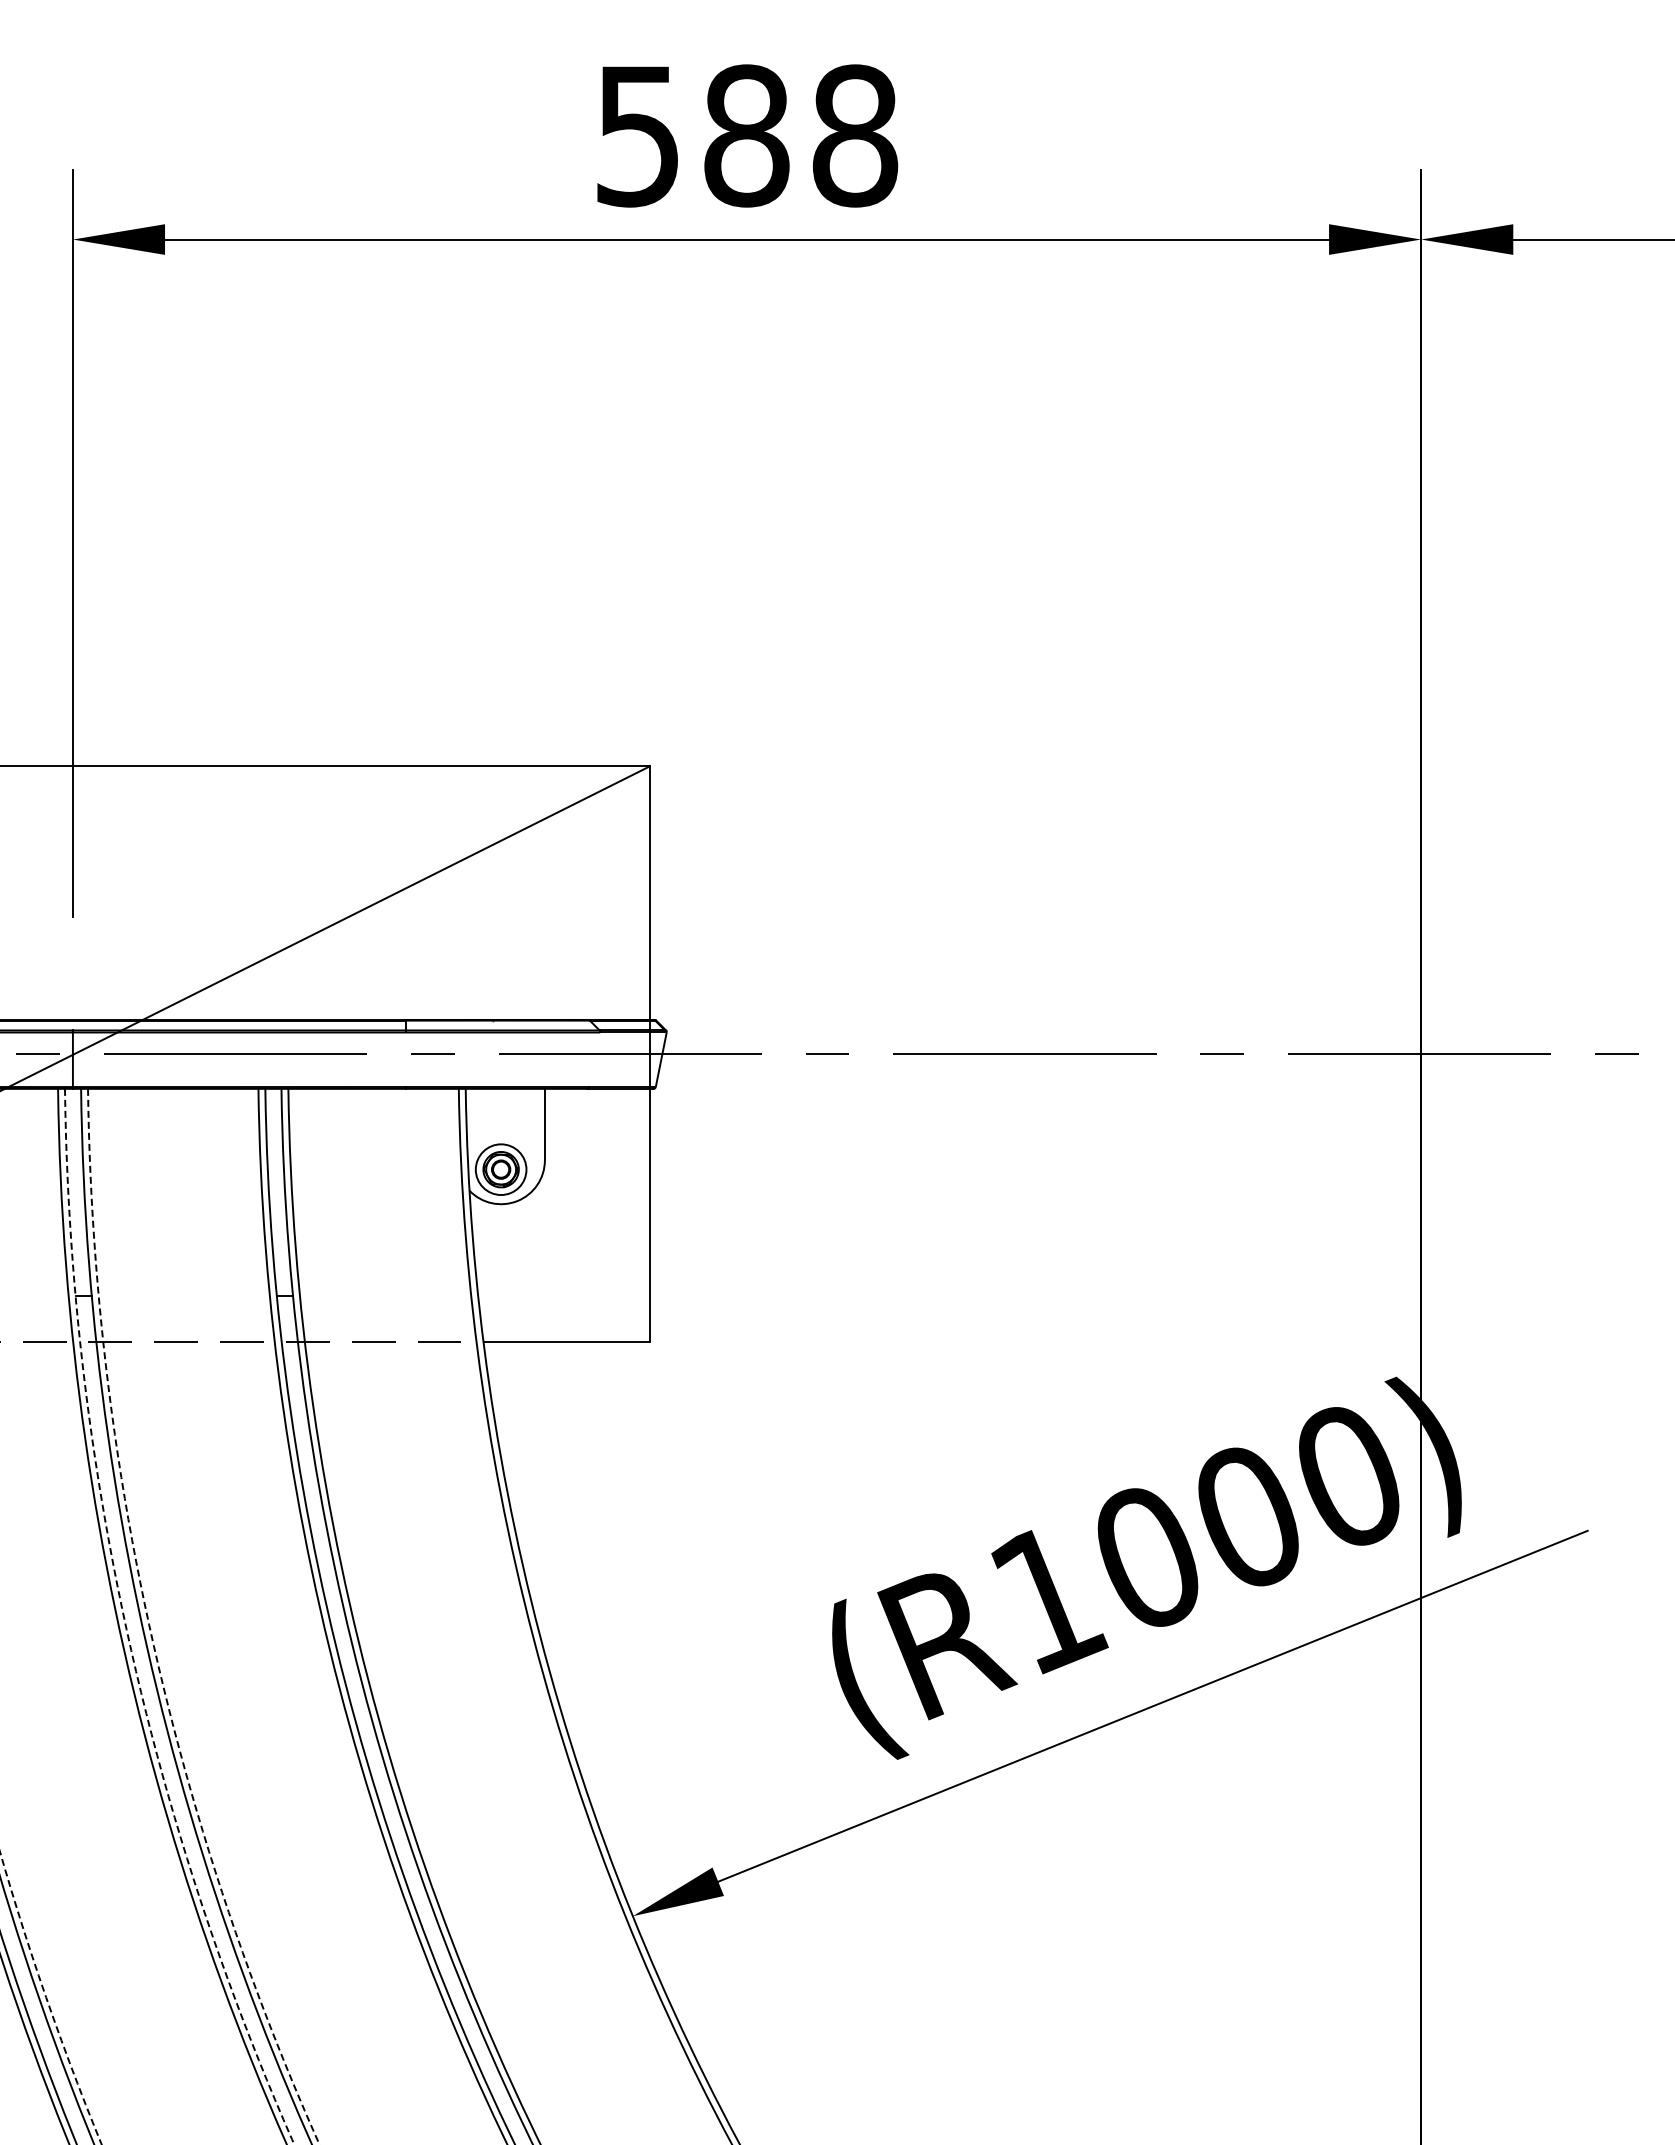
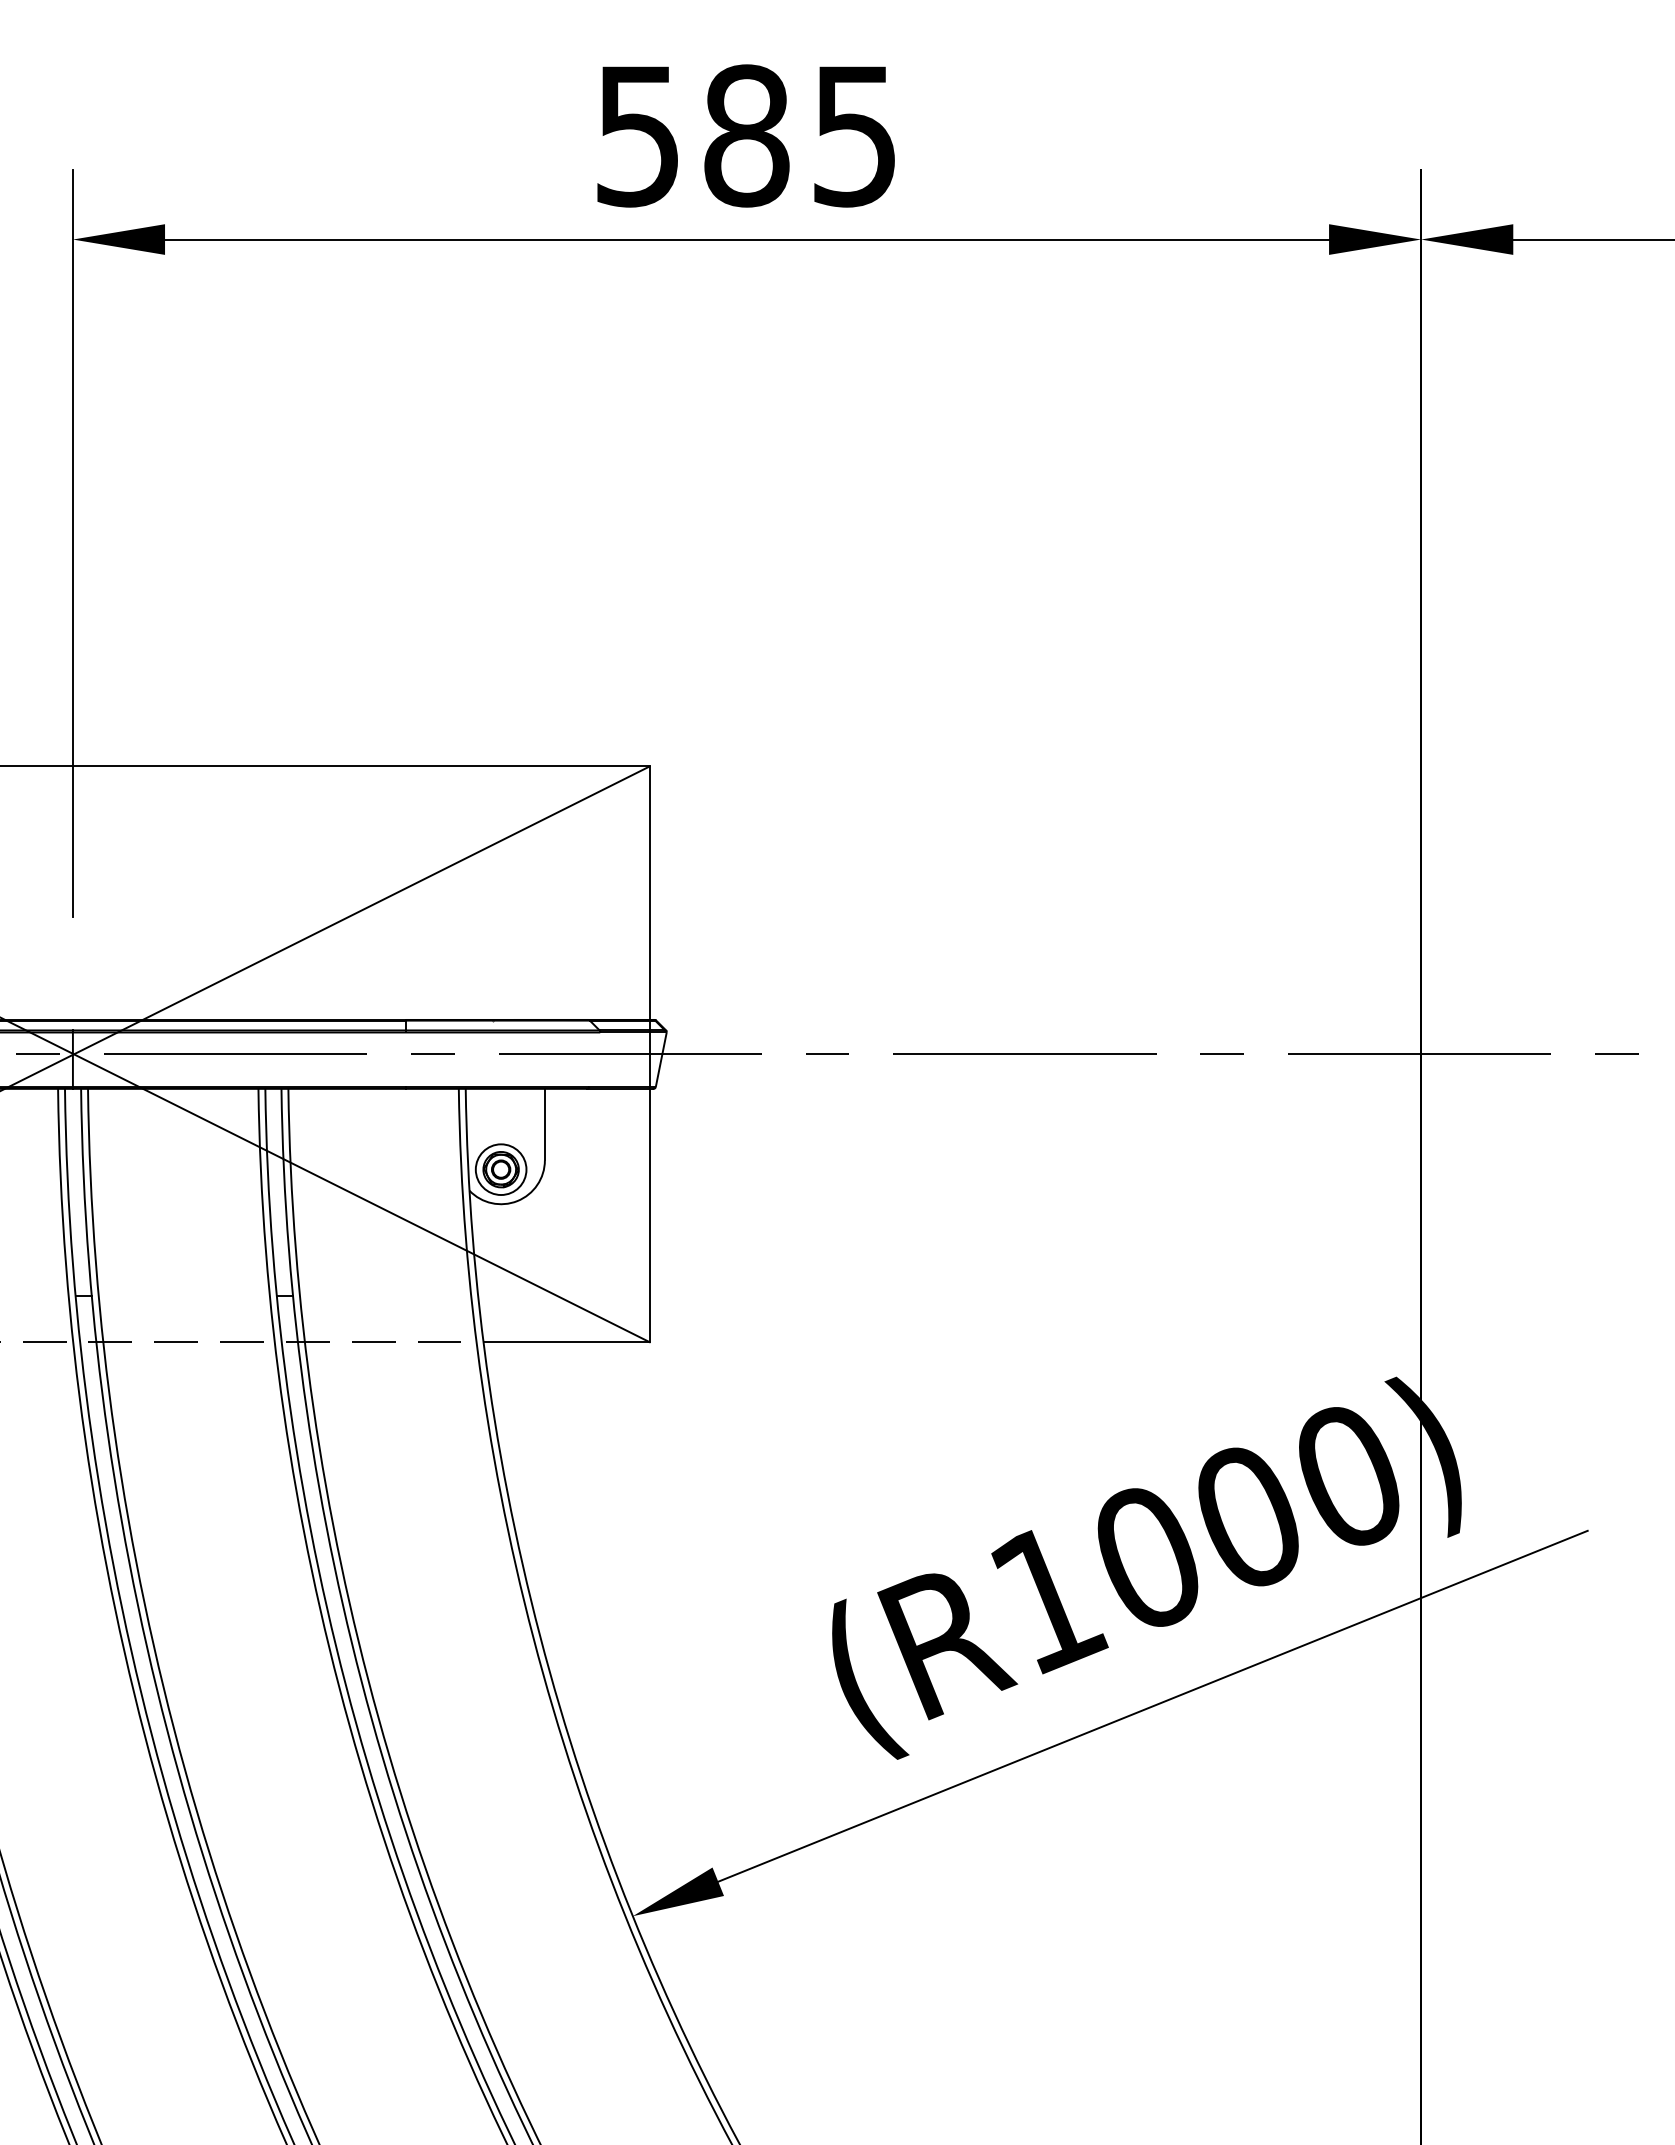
text at (855, 135): 588 -> 585
line at (325, 1180): none -> present
arc at (126, 1628): dashed -> solid
arc at (150, 1629): dashed -> solid
arc at (46, 1999): dashed -> solid
